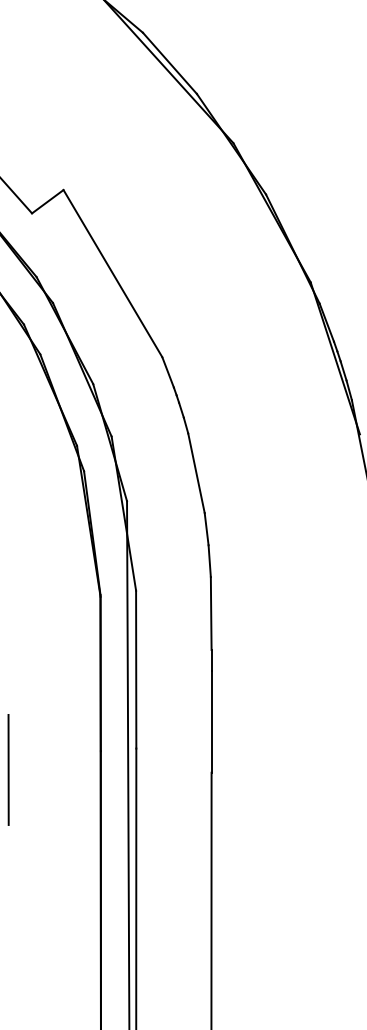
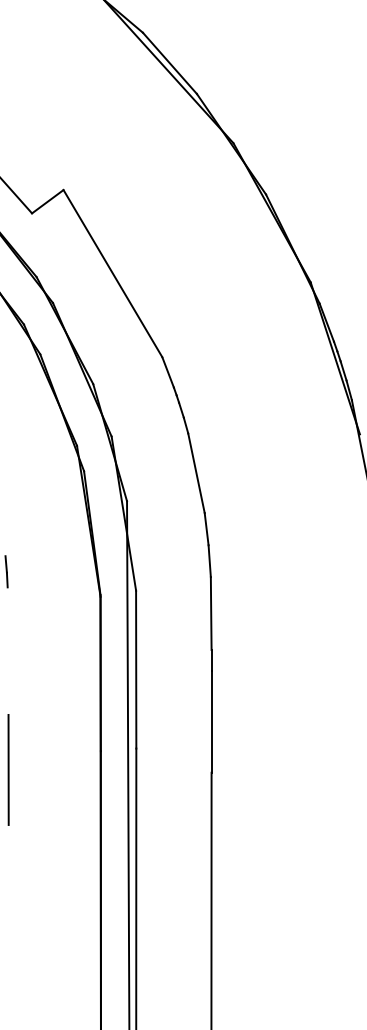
line at (6, 571): none -> present
